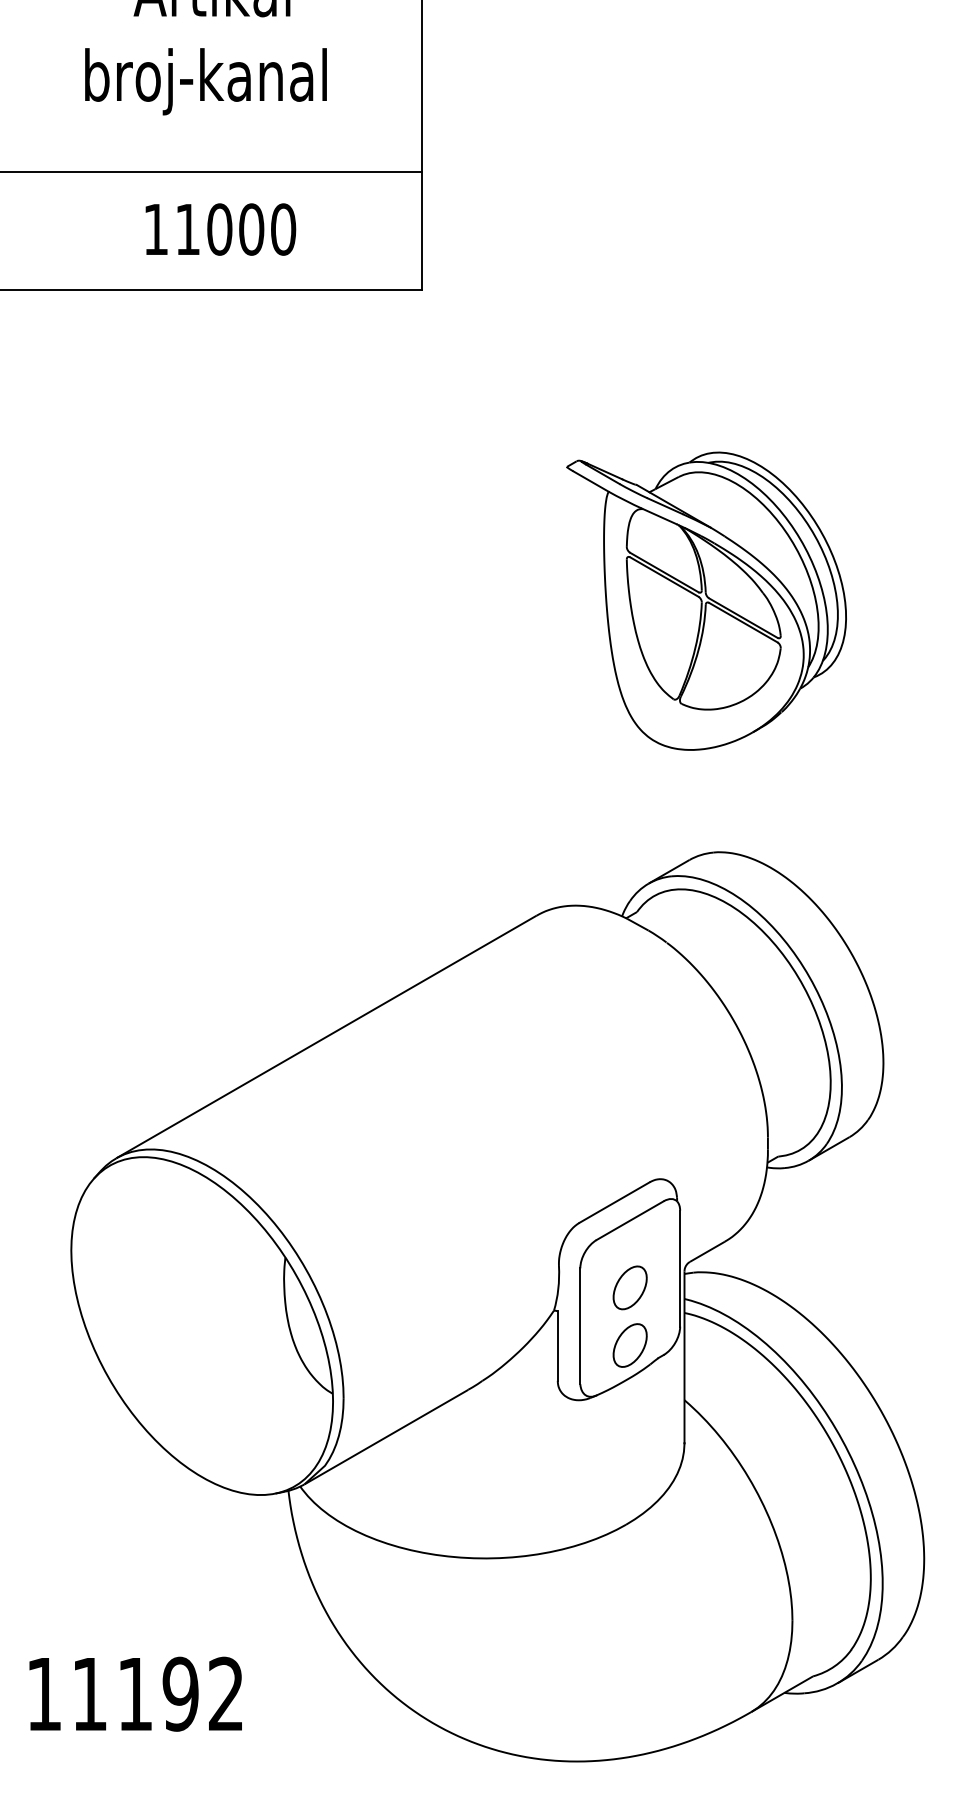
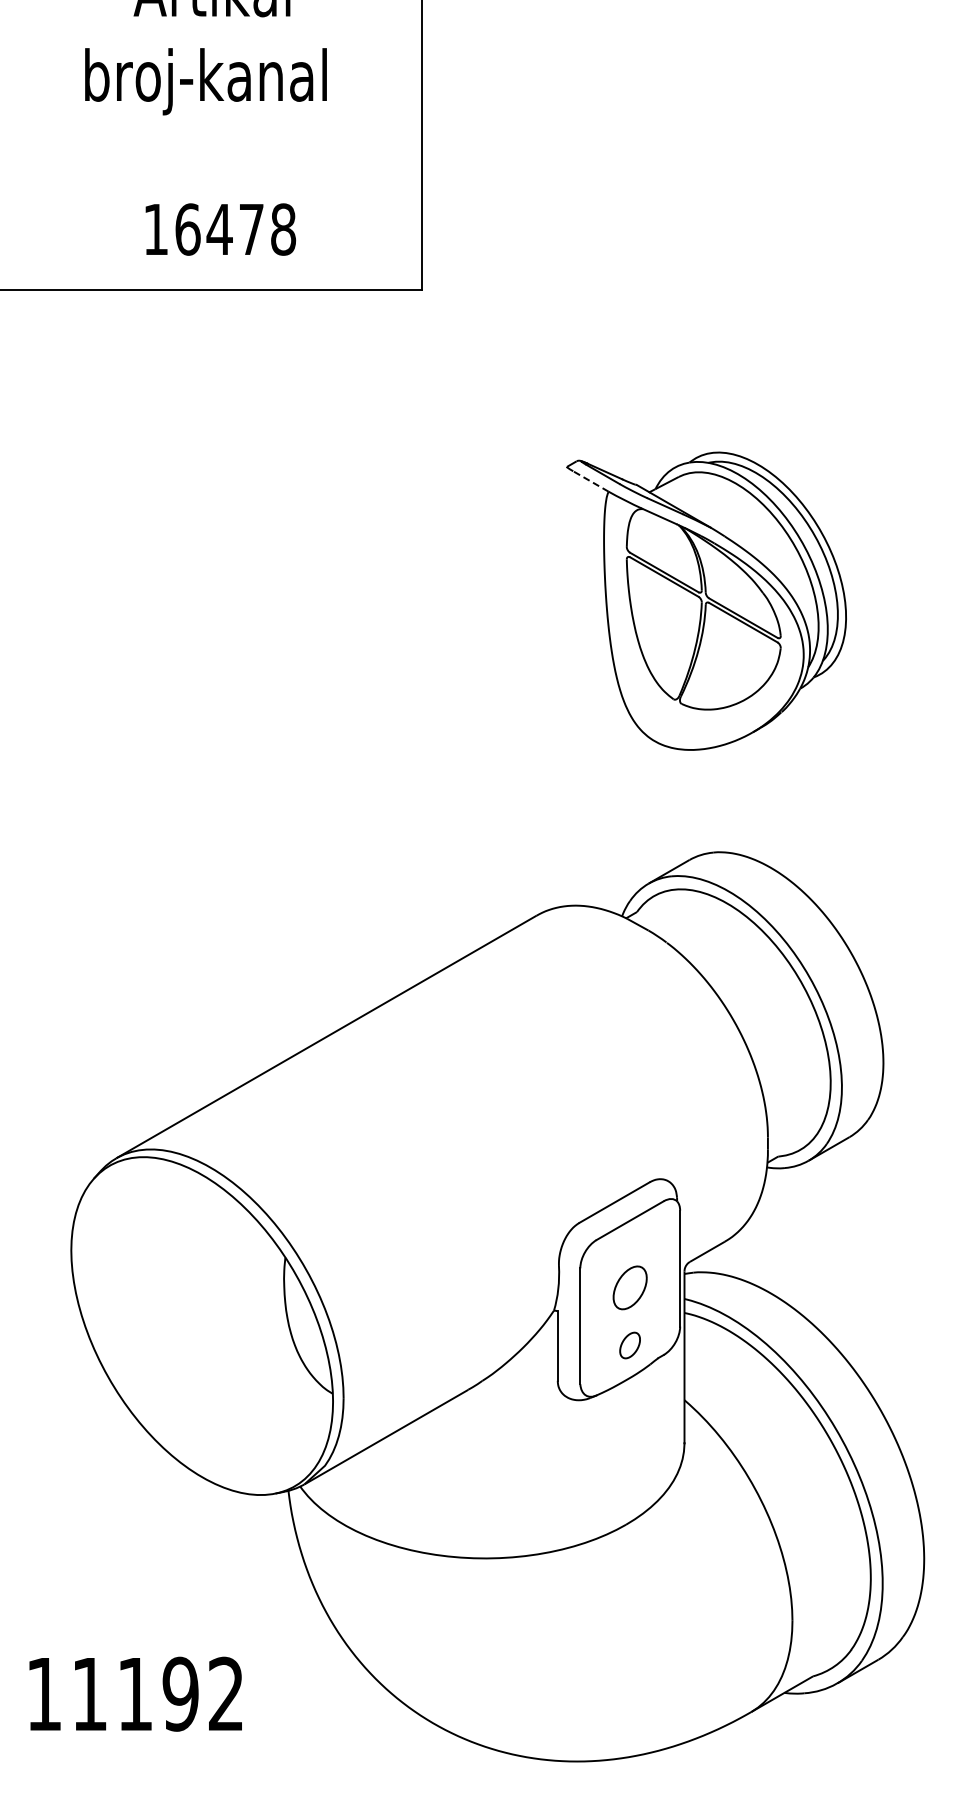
line at (211, 171): present -> none
text at (235, 229): 11000 -> 16478
line at (590, 481): solid -> dashed
part at (629, 1345) size: 36x45 px -> 22x29 px
